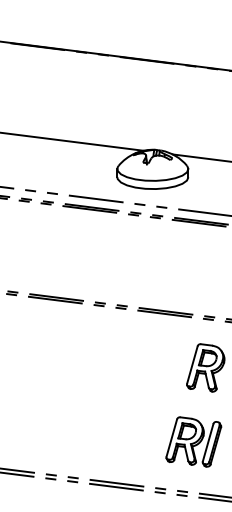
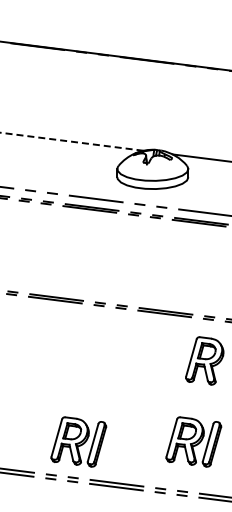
line at (72, 141): solid -> dashed
part at (205, 367) position: (205, 367) -> (204, 360)
part at (78, 441): none -> present
